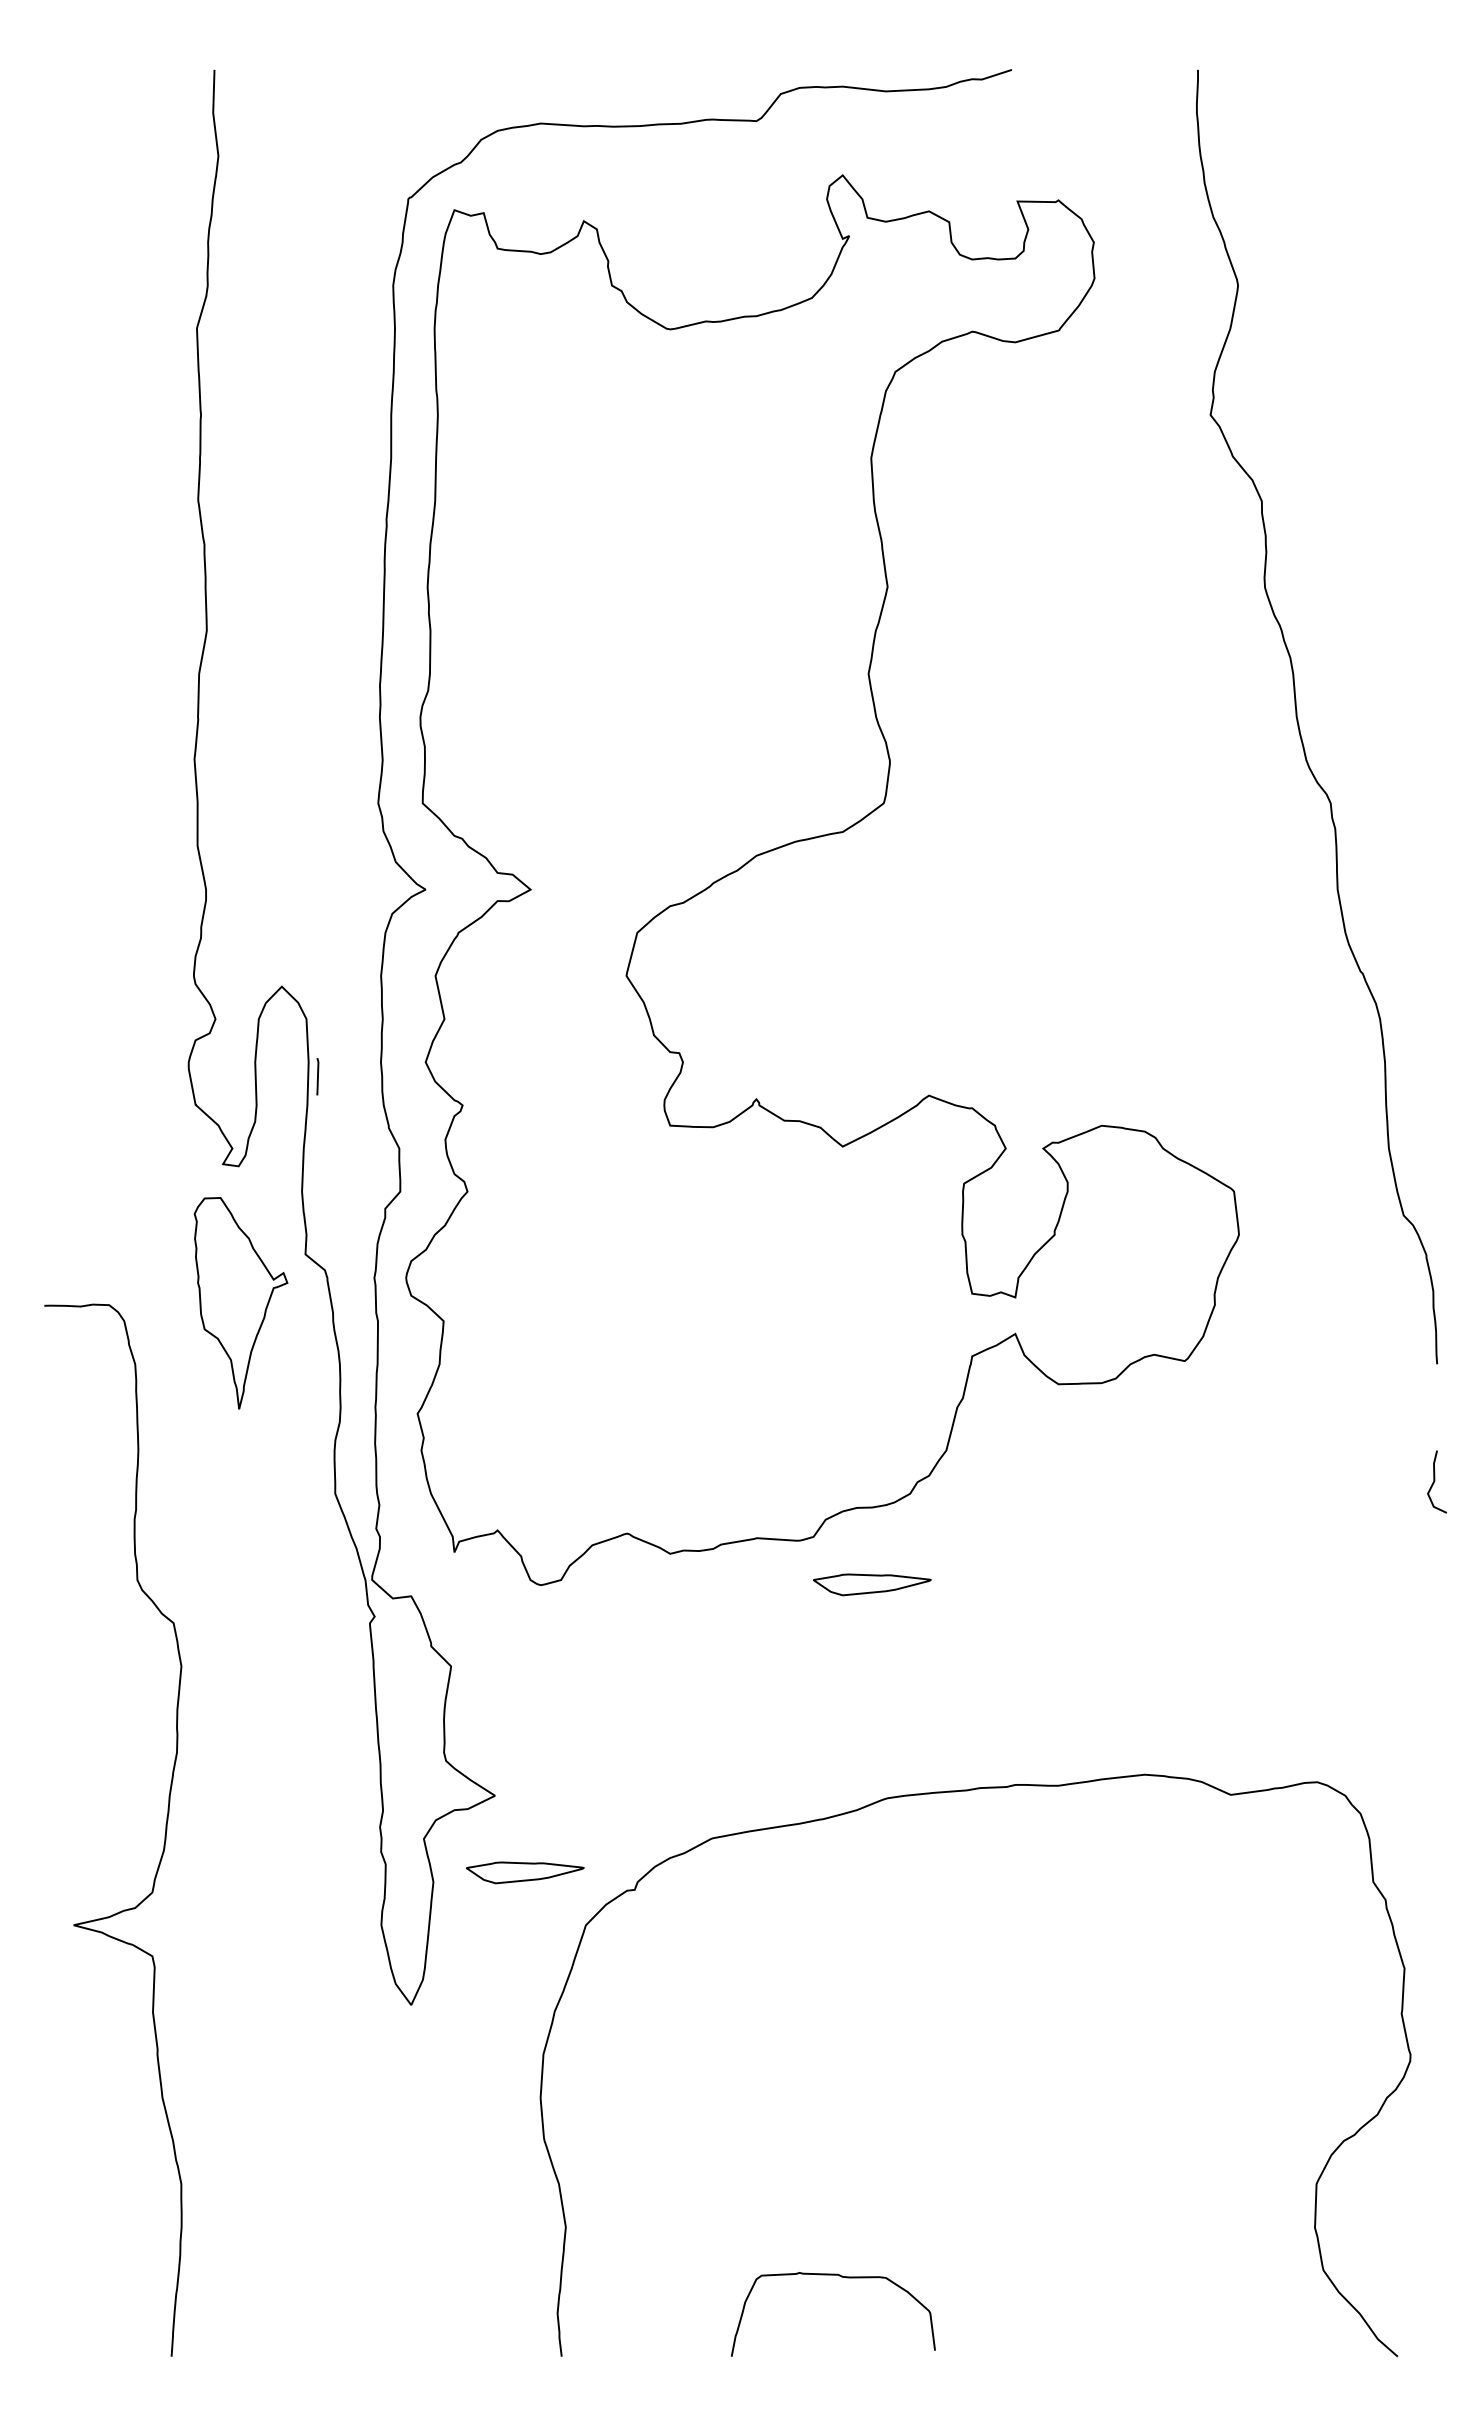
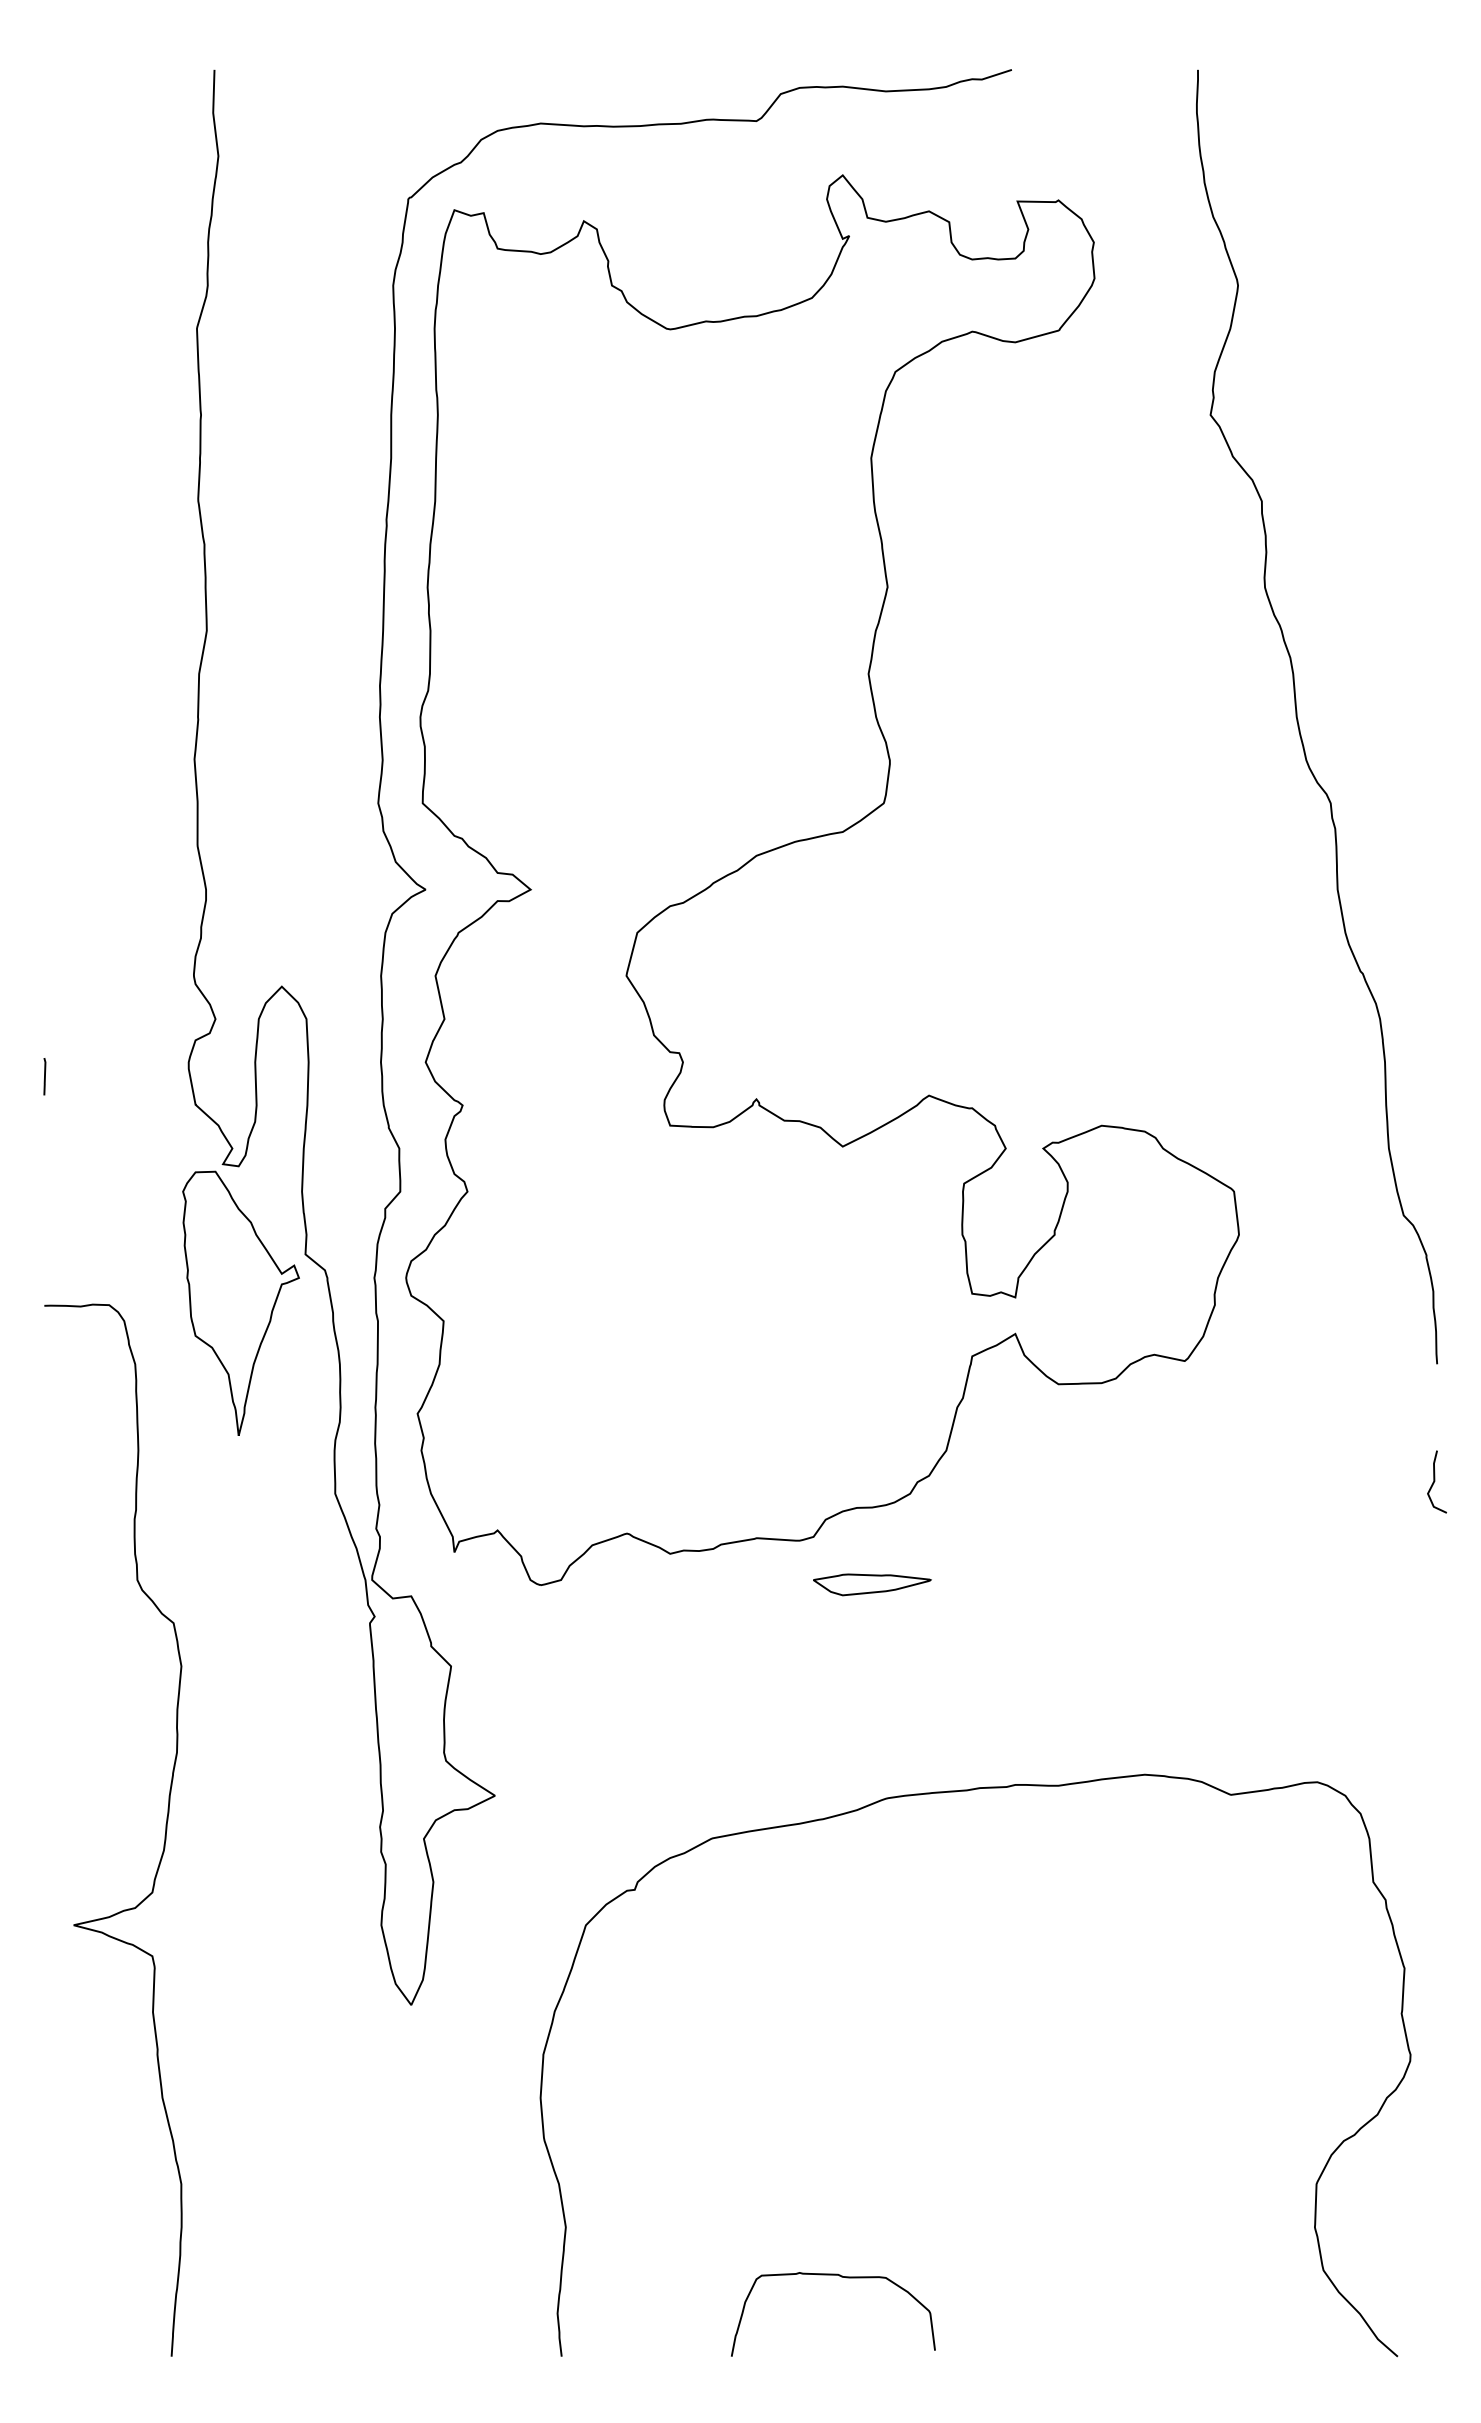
line at (317, 1076) position: (317, 1076) -> (44, 1076)
part at (240, 1303) size: 96x213 px -> 118x266 px
part at (525, 1872): present -> none
